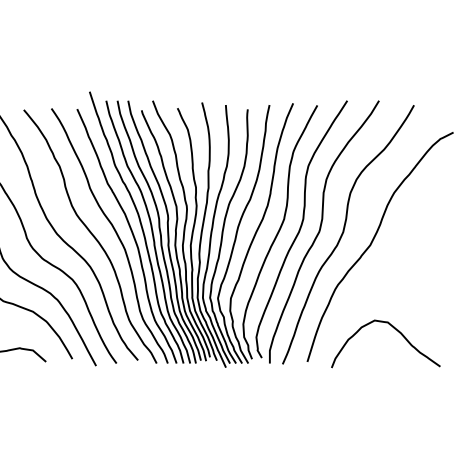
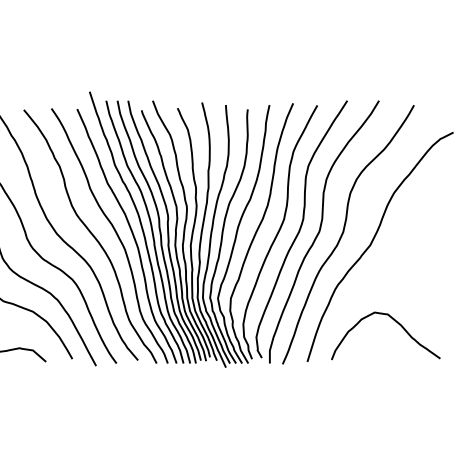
curve at (394, 329) position: (394, 329) -> (394, 321)
